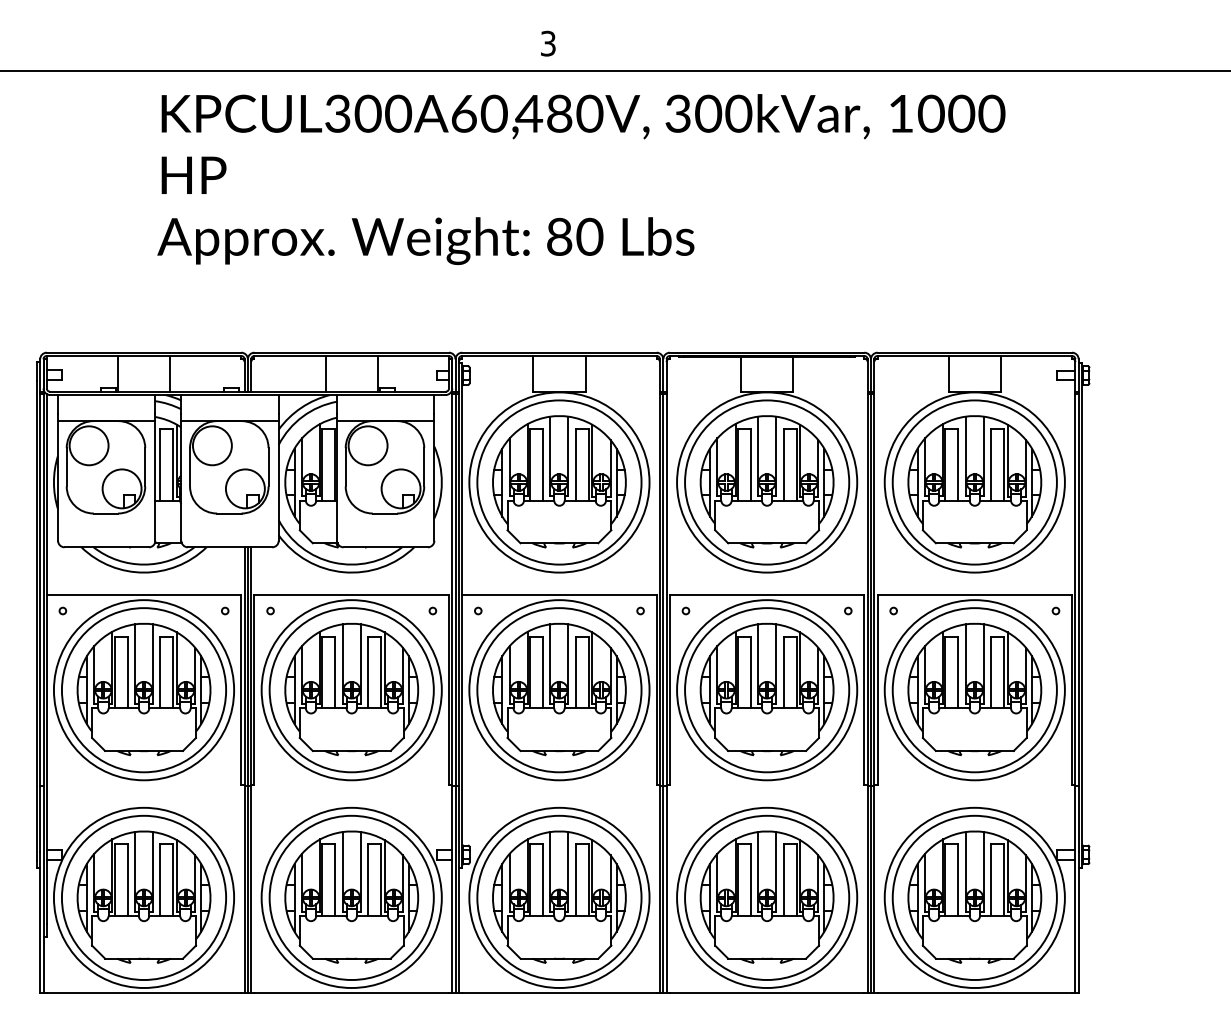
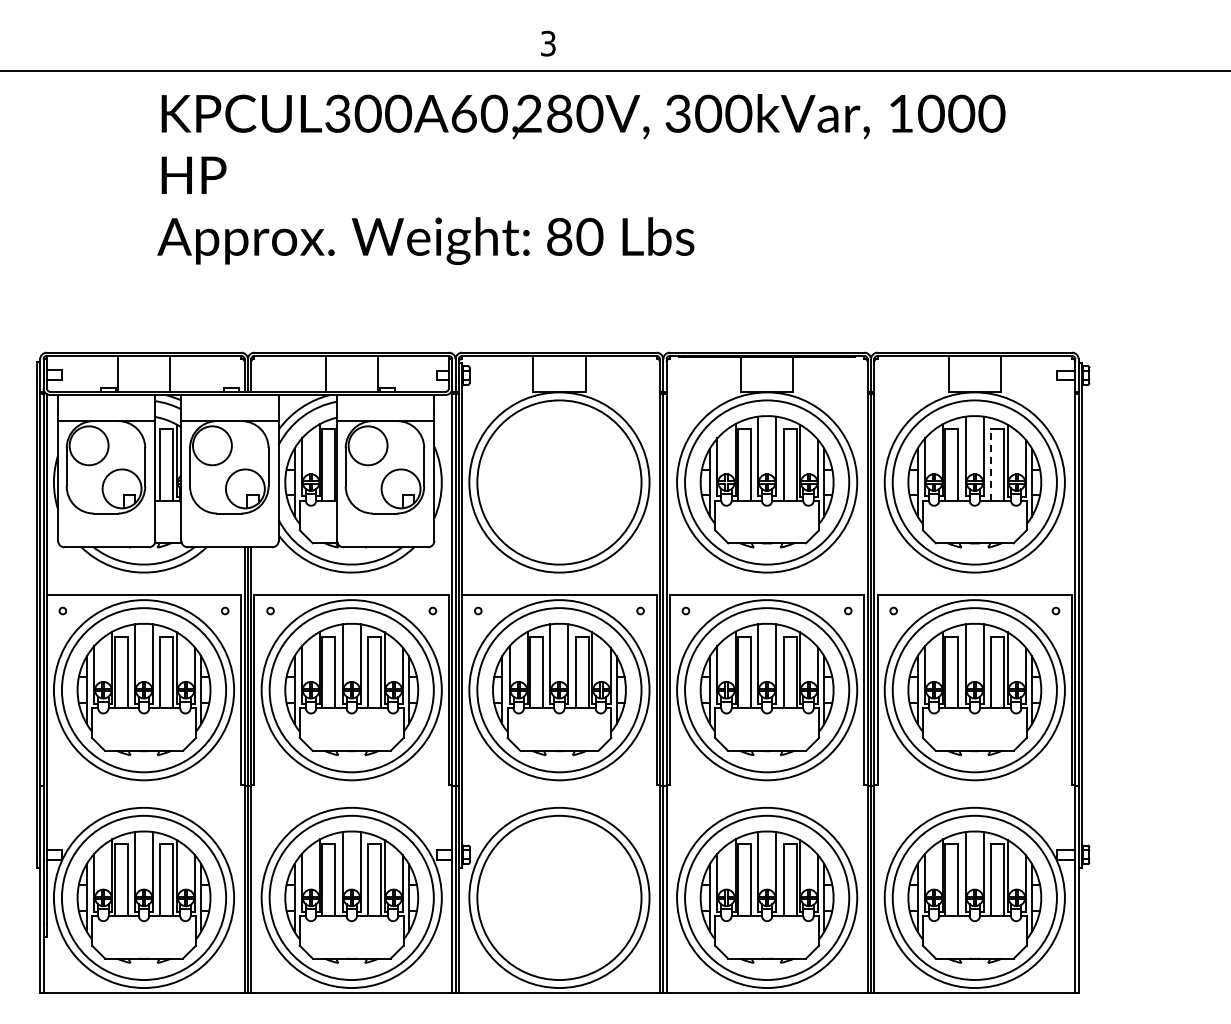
text at (529, 113): 480V, -> 280V,
line at (991, 464): solid -> dashed
part at (559, 481): present -> none
part at (559, 896): present -> none
